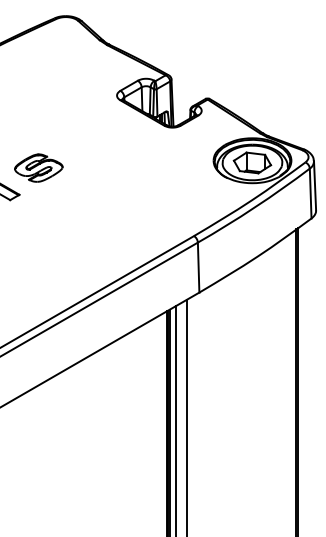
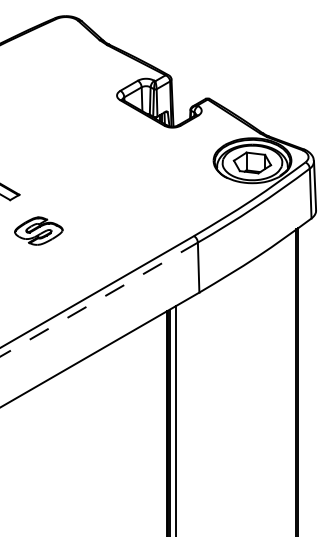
part at (38, 167) position: (38, 167) -> (38, 230)
line at (99, 299): solid -> dashed
line at (187, 416): present -> none
